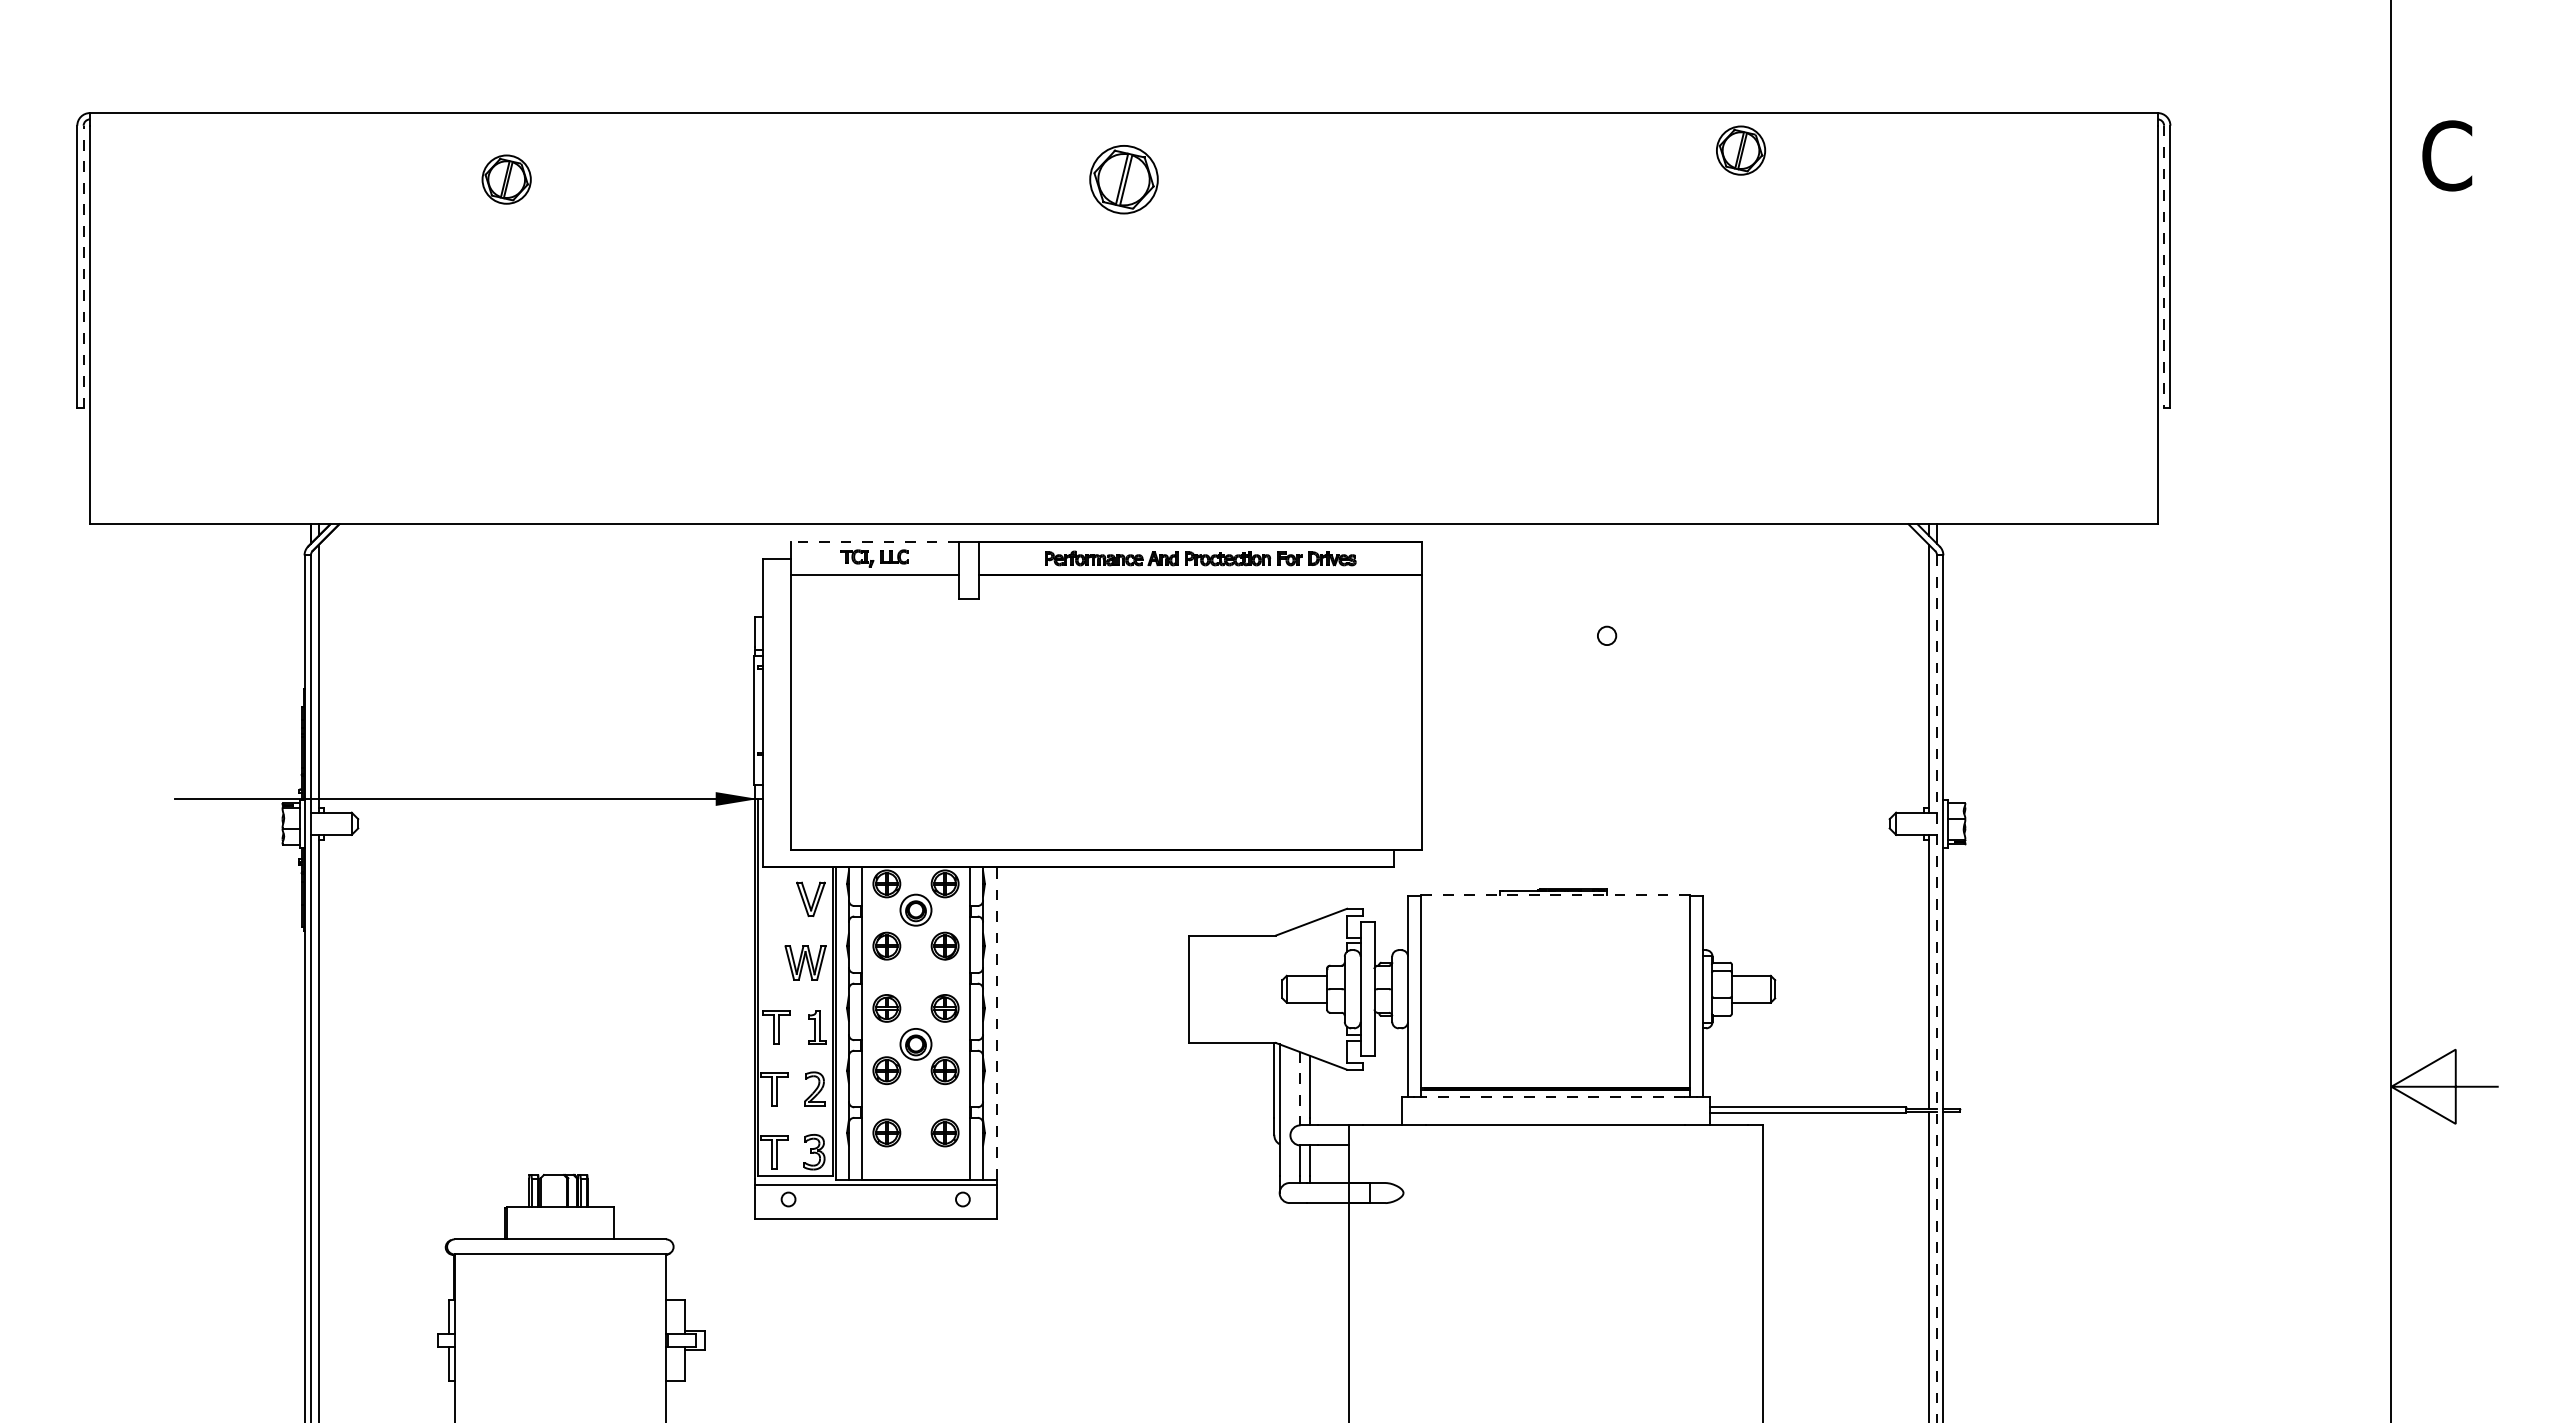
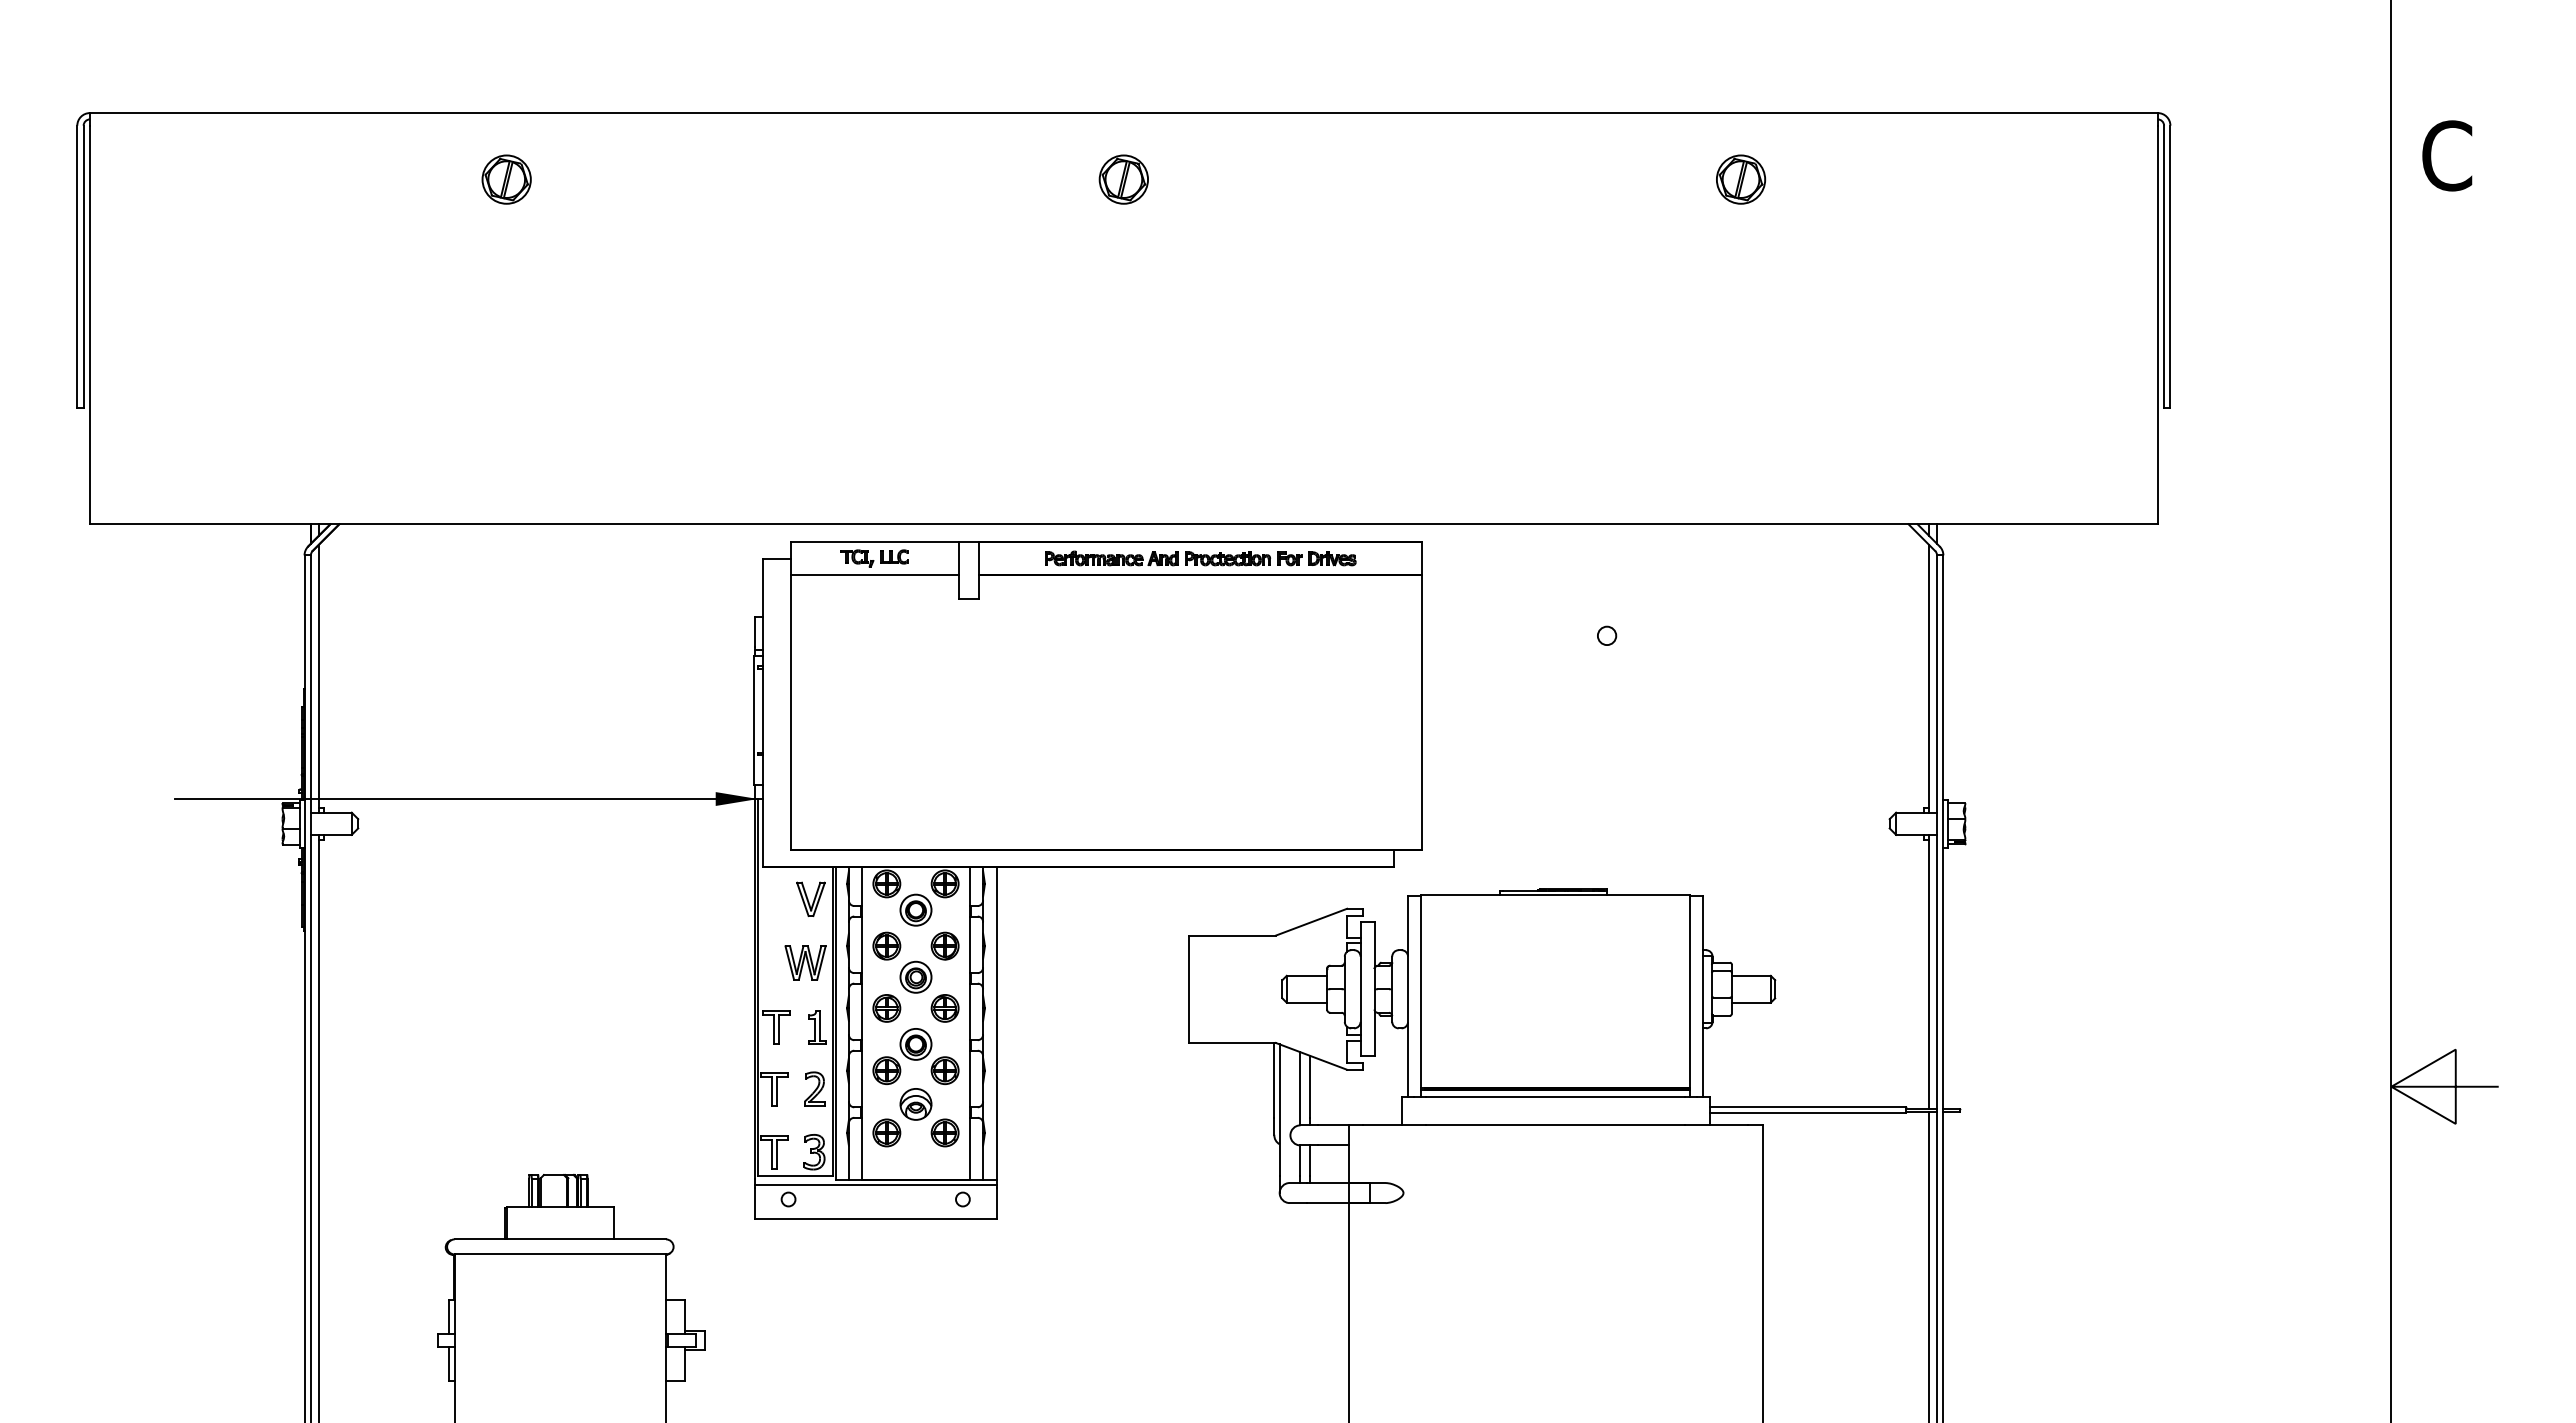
part at (1741, 150) position: (1741, 150) -> (1741, 179)
part at (1123, 179) size: 70x70 px -> 51x51 px
line at (83, 266): dashed -> solid
line at (2164, 267): dashed -> solid
line at (874, 541): dashed -> solid
line at (1556, 895): dashed -> solid
part at (915, 976): none -> present
line at (1937, 989): dashed -> solid
line at (996, 1022): dashed -> solid
line at (1299, 1088): dashed -> solid
line at (1555, 1096): dashed -> solid
part at (915, 1104): none -> present
